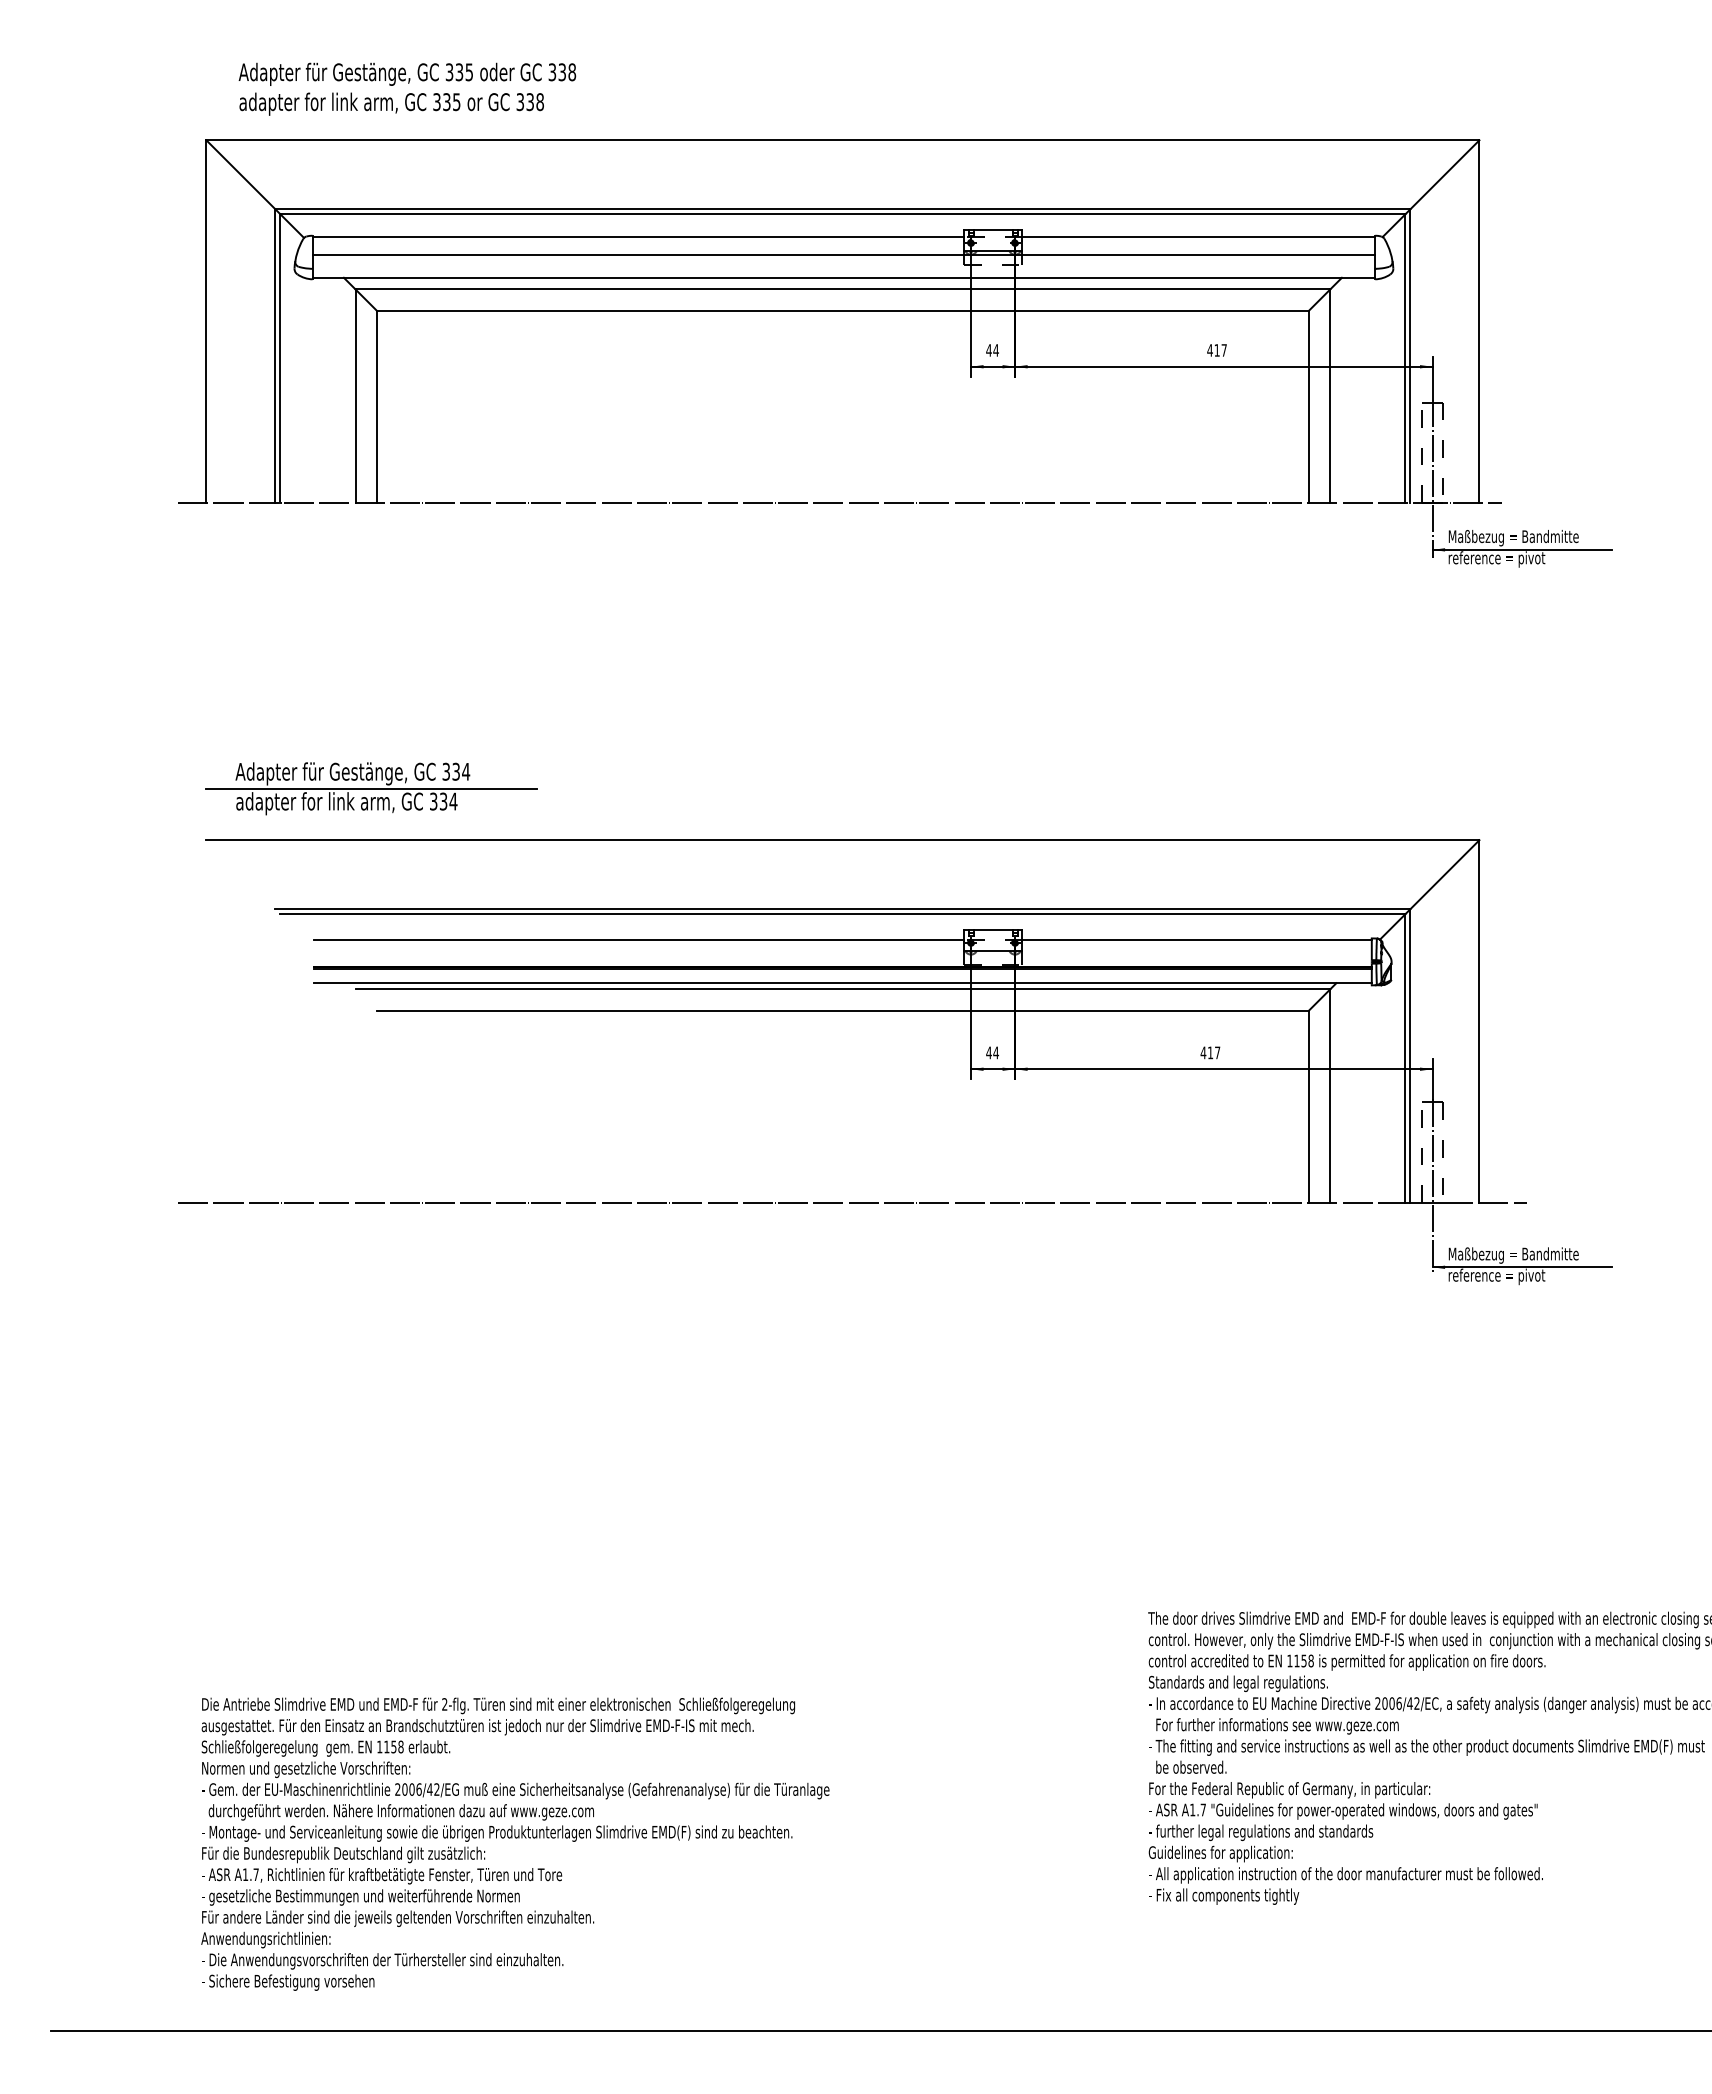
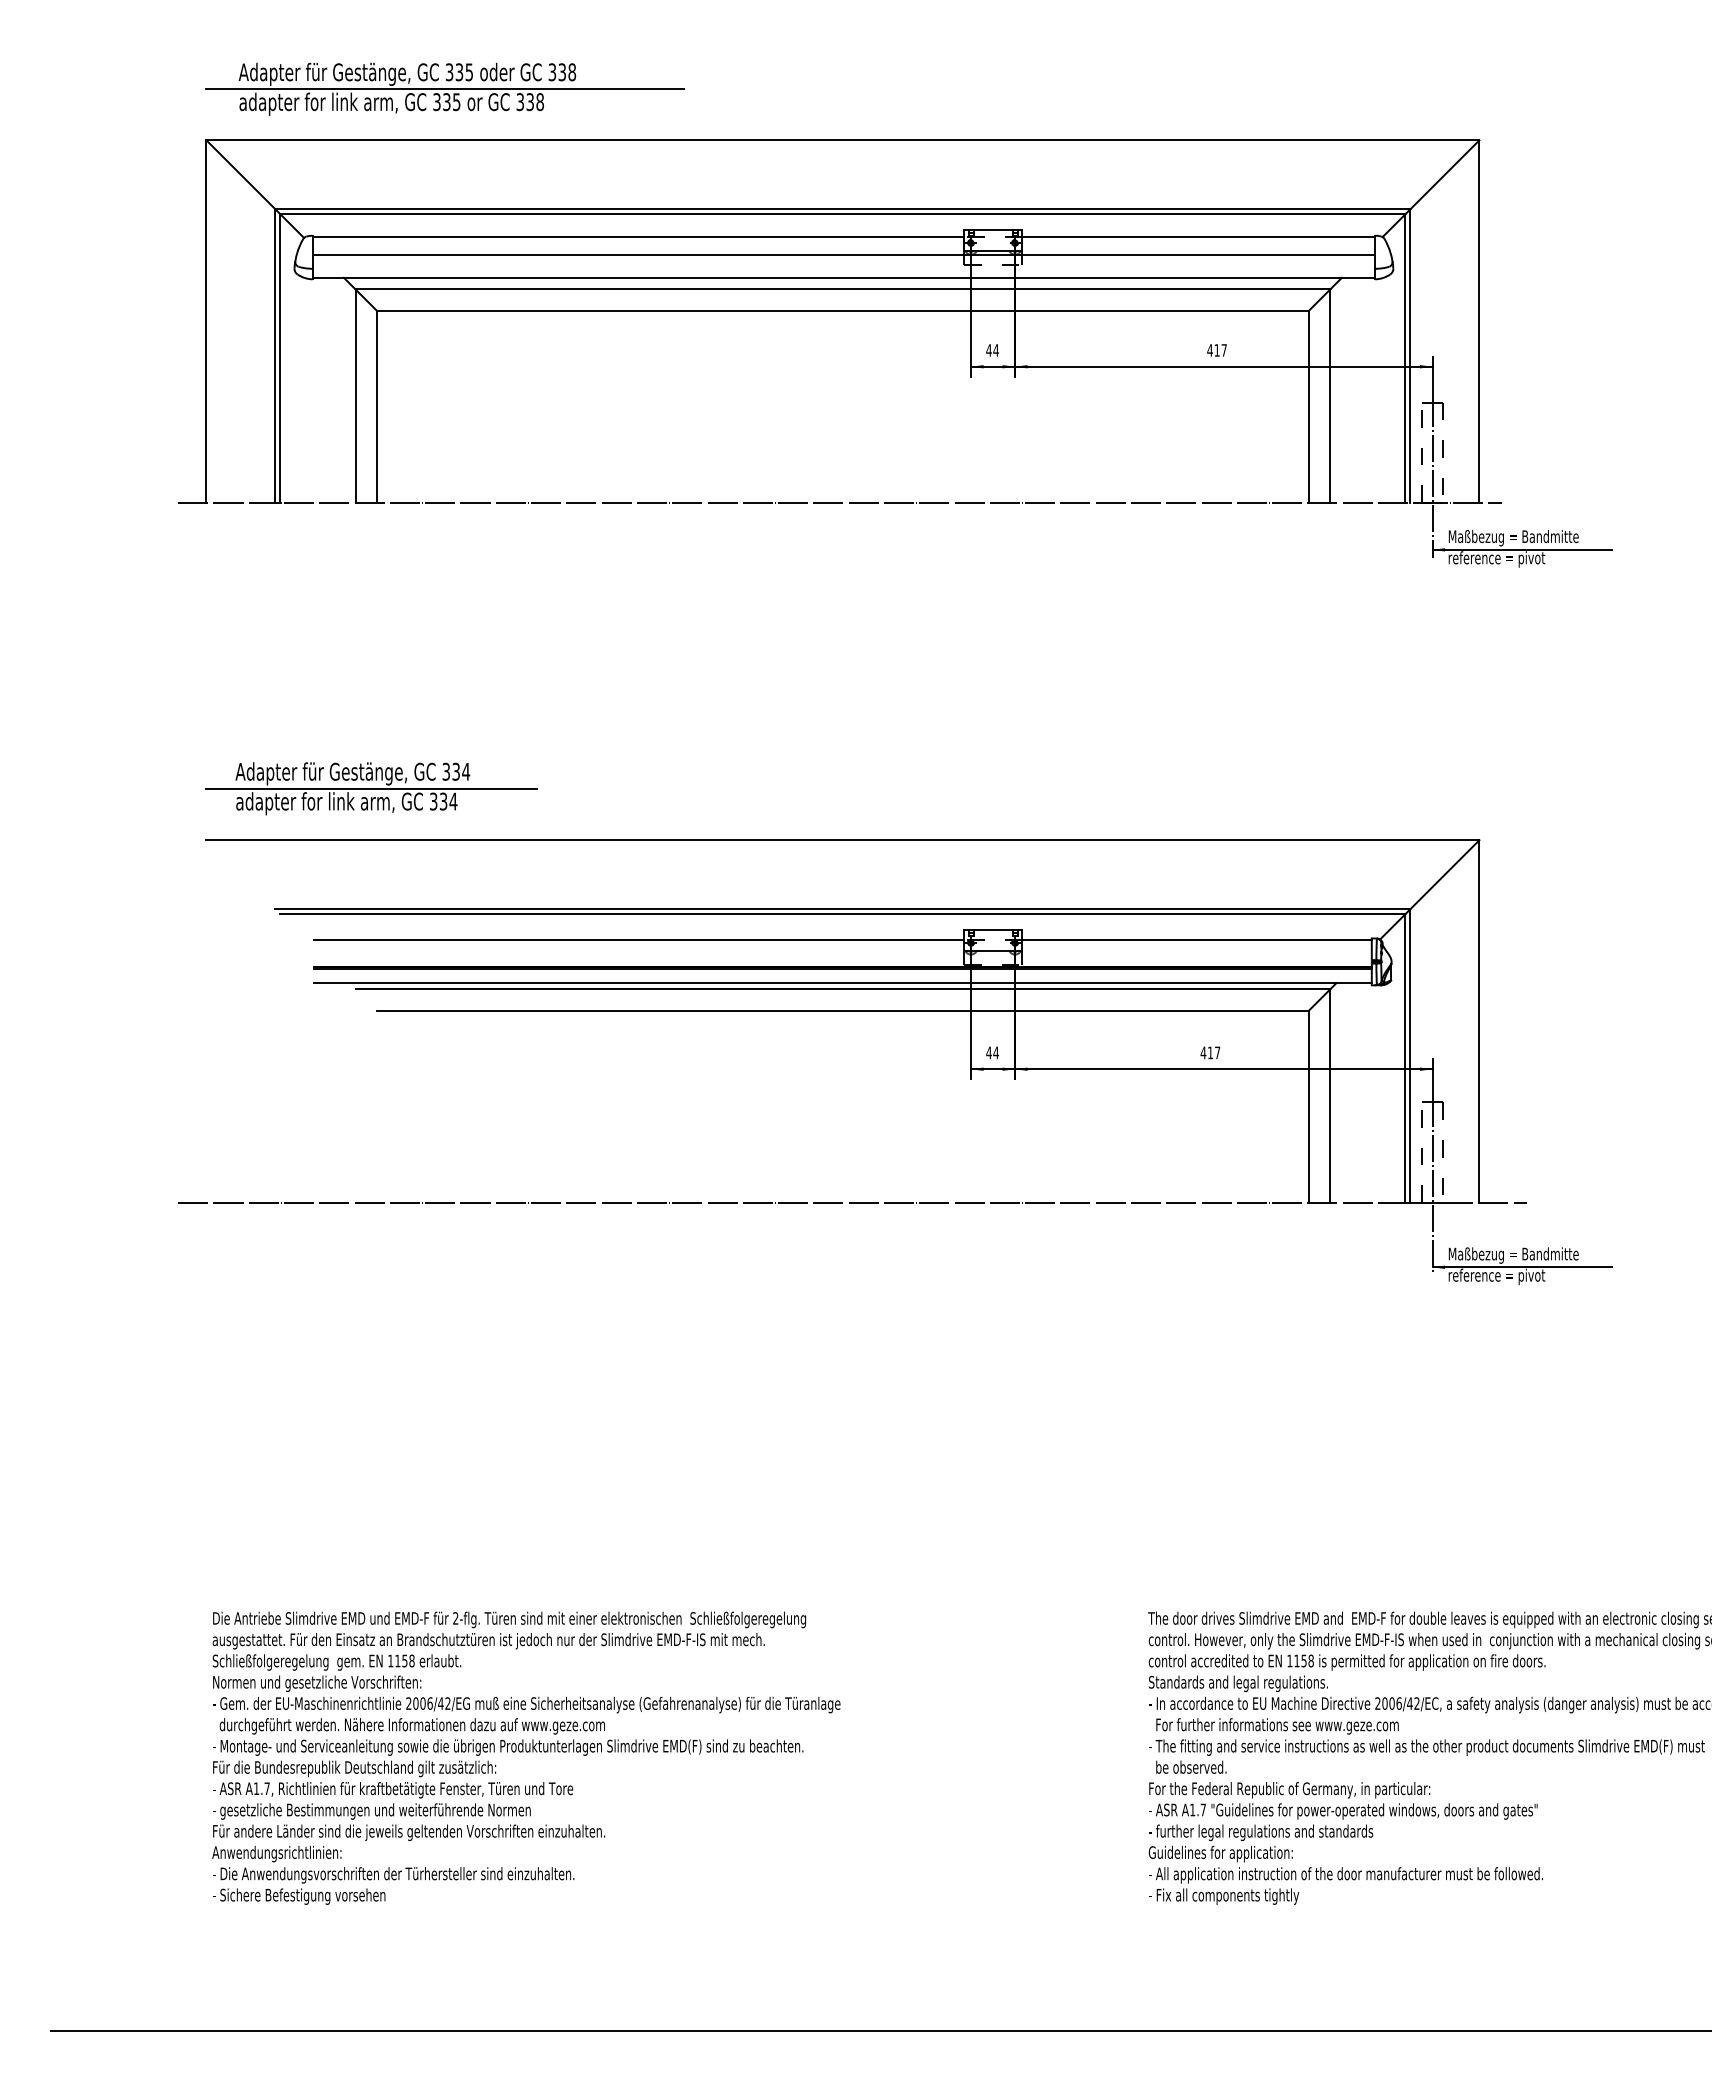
line at (445, 88): none -> present
text at (515, 1843) position: (515, 1843) -> (526, 1757)
